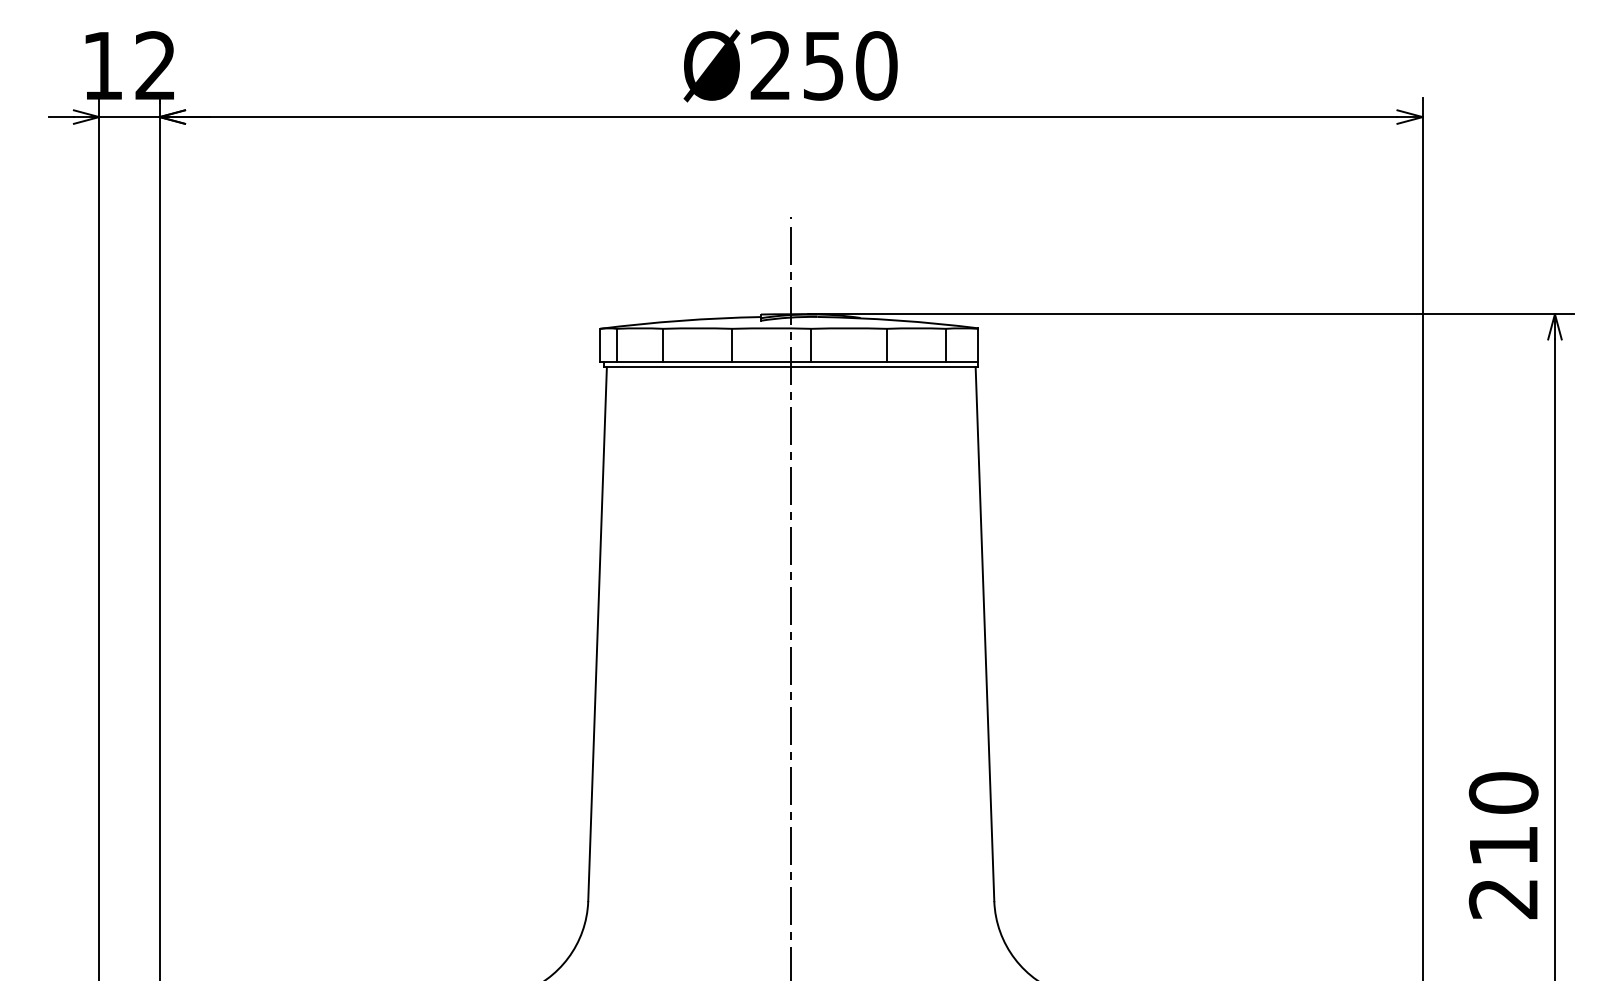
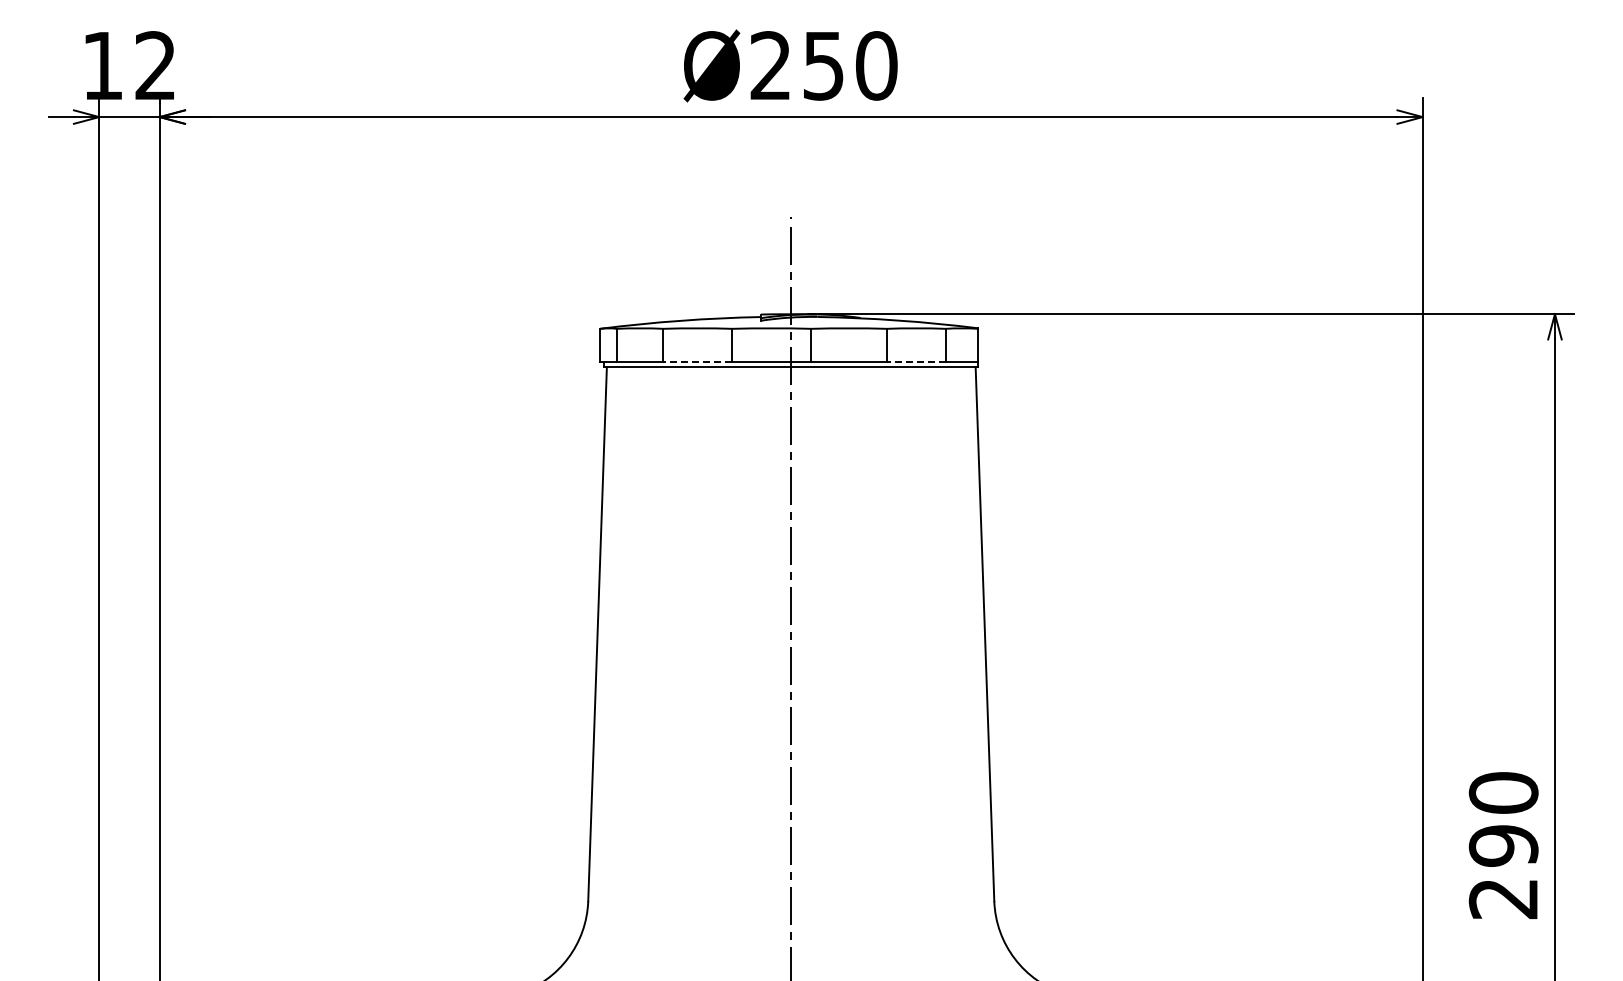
line at (697, 362): solid -> dashed
line at (916, 362): solid -> dashed
text at (1503, 845): 210 -> 290
